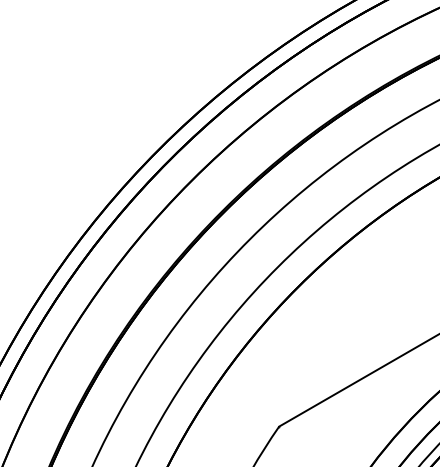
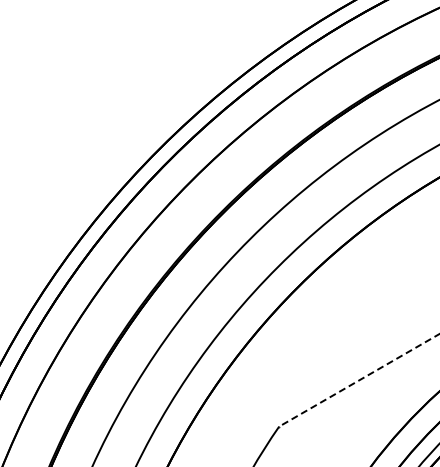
line at (358, 380): solid -> dashed
